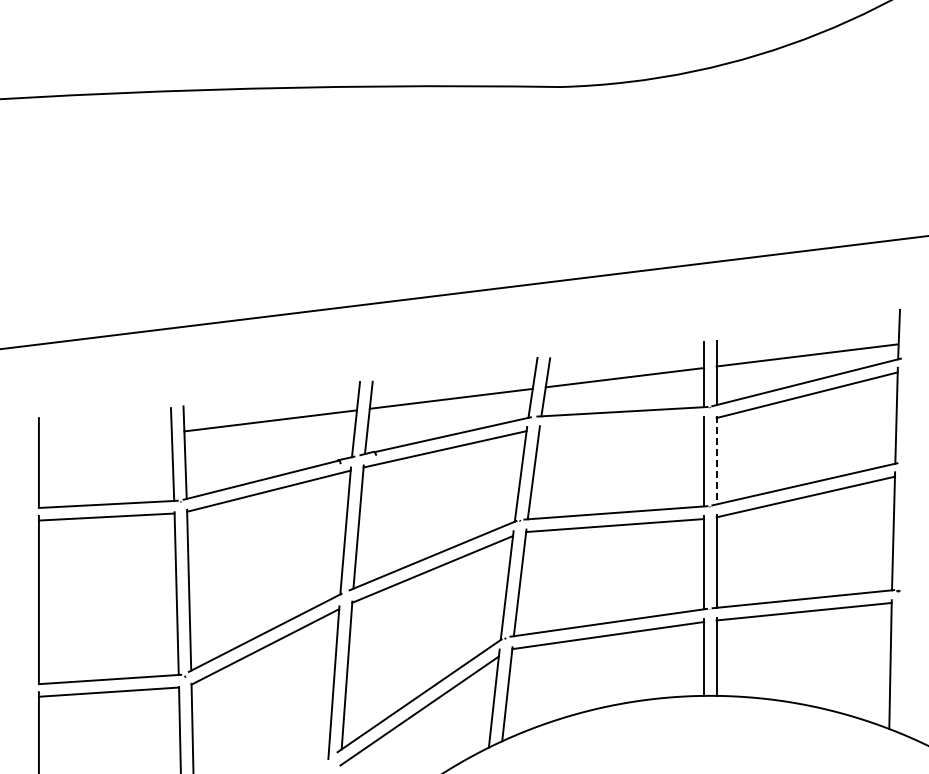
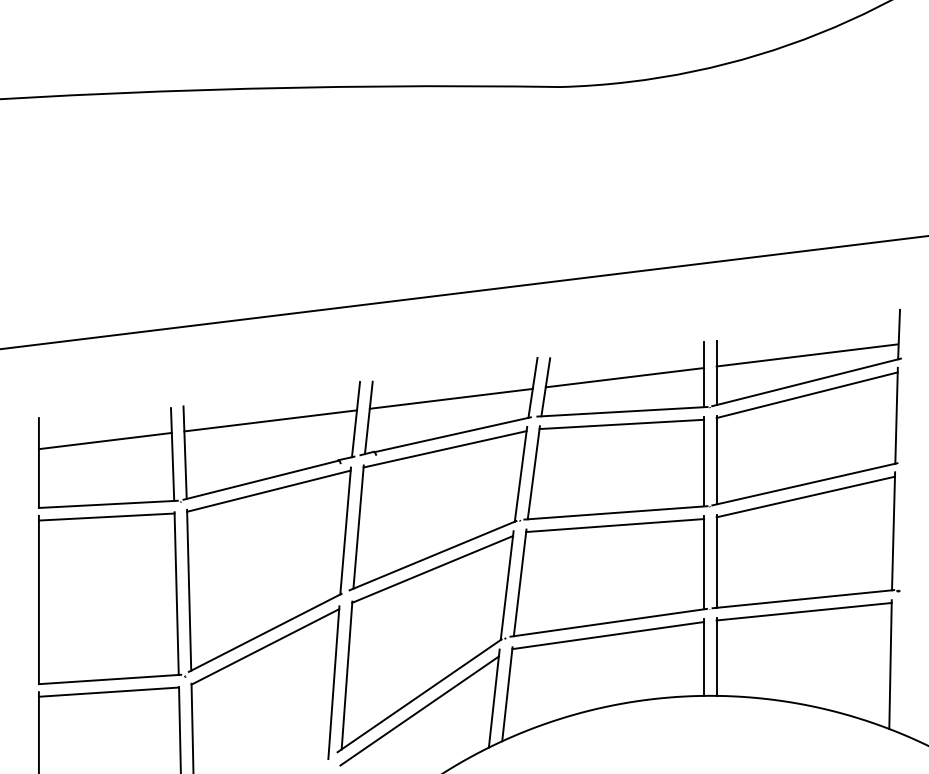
line at (621, 424): none -> present
line at (104, 440): none -> present
line at (716, 460): dashed -> solid
